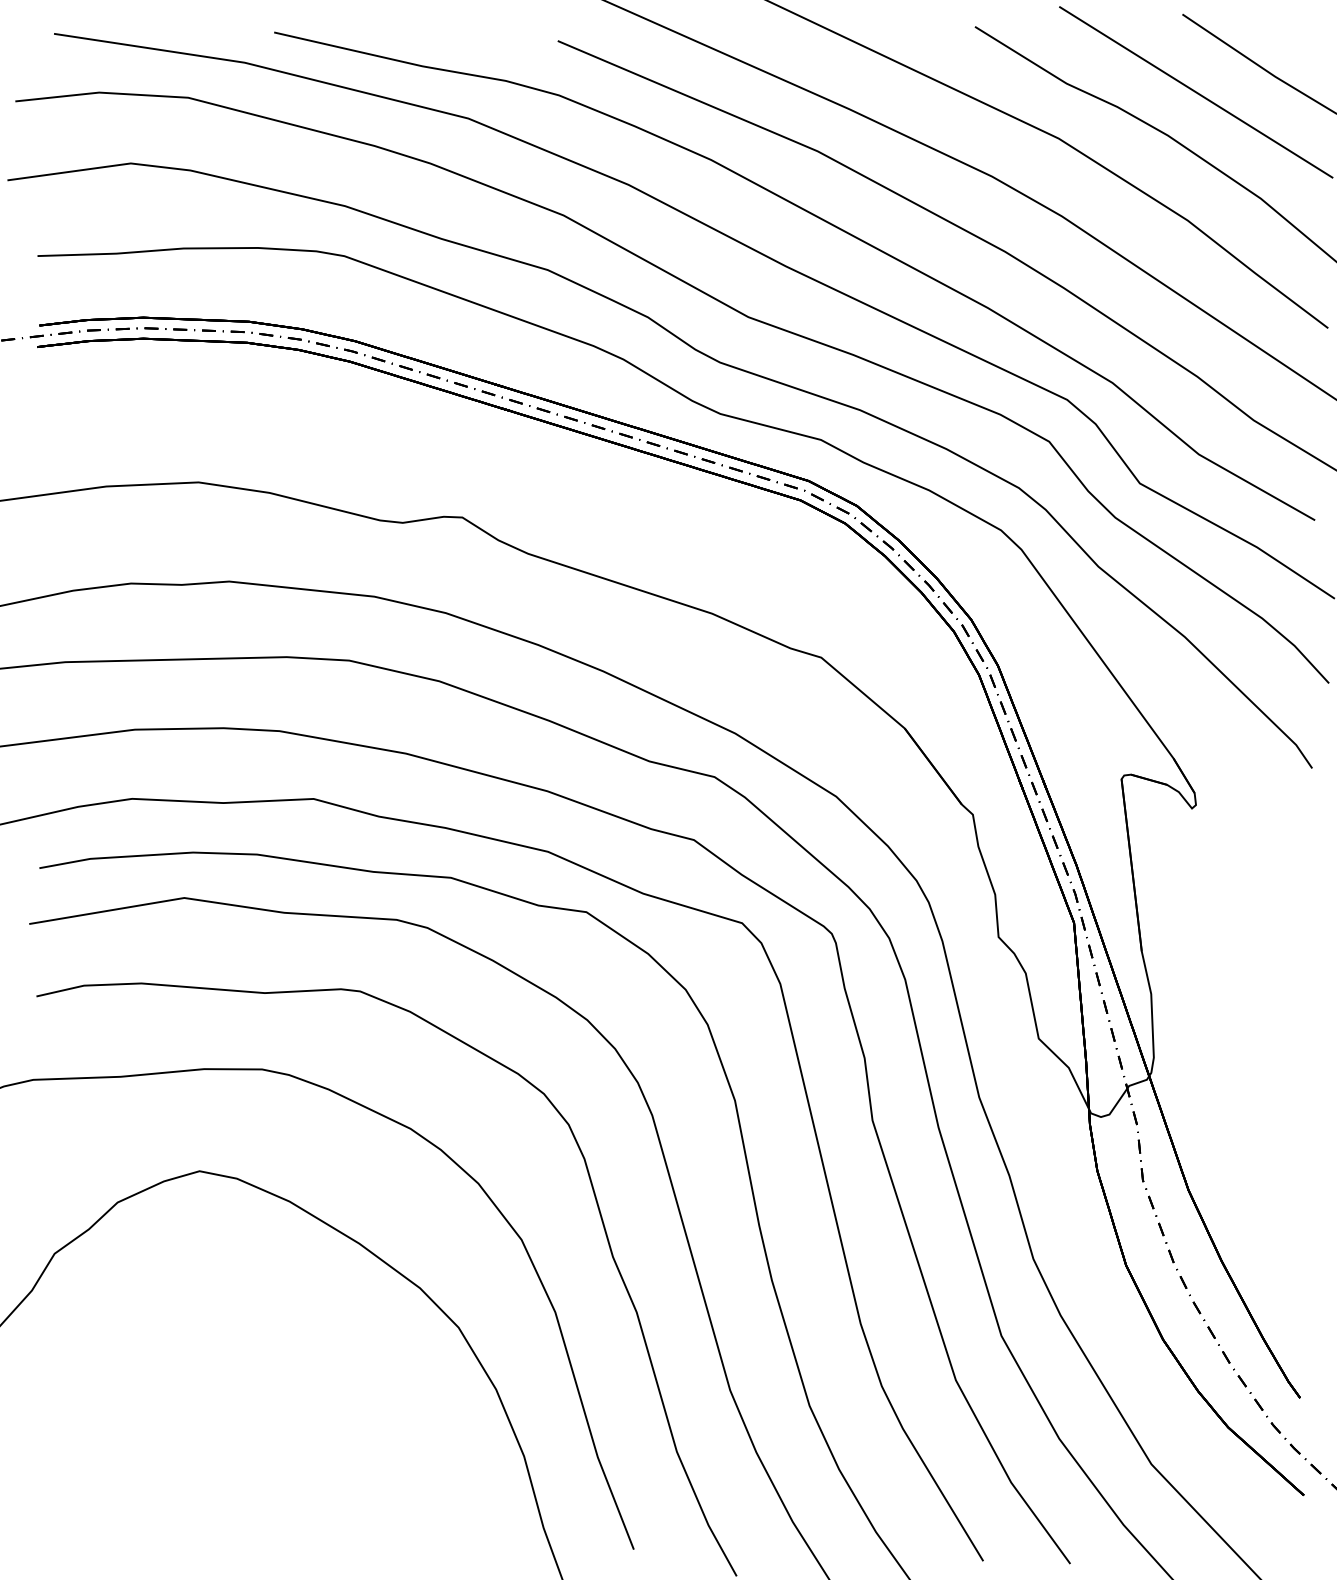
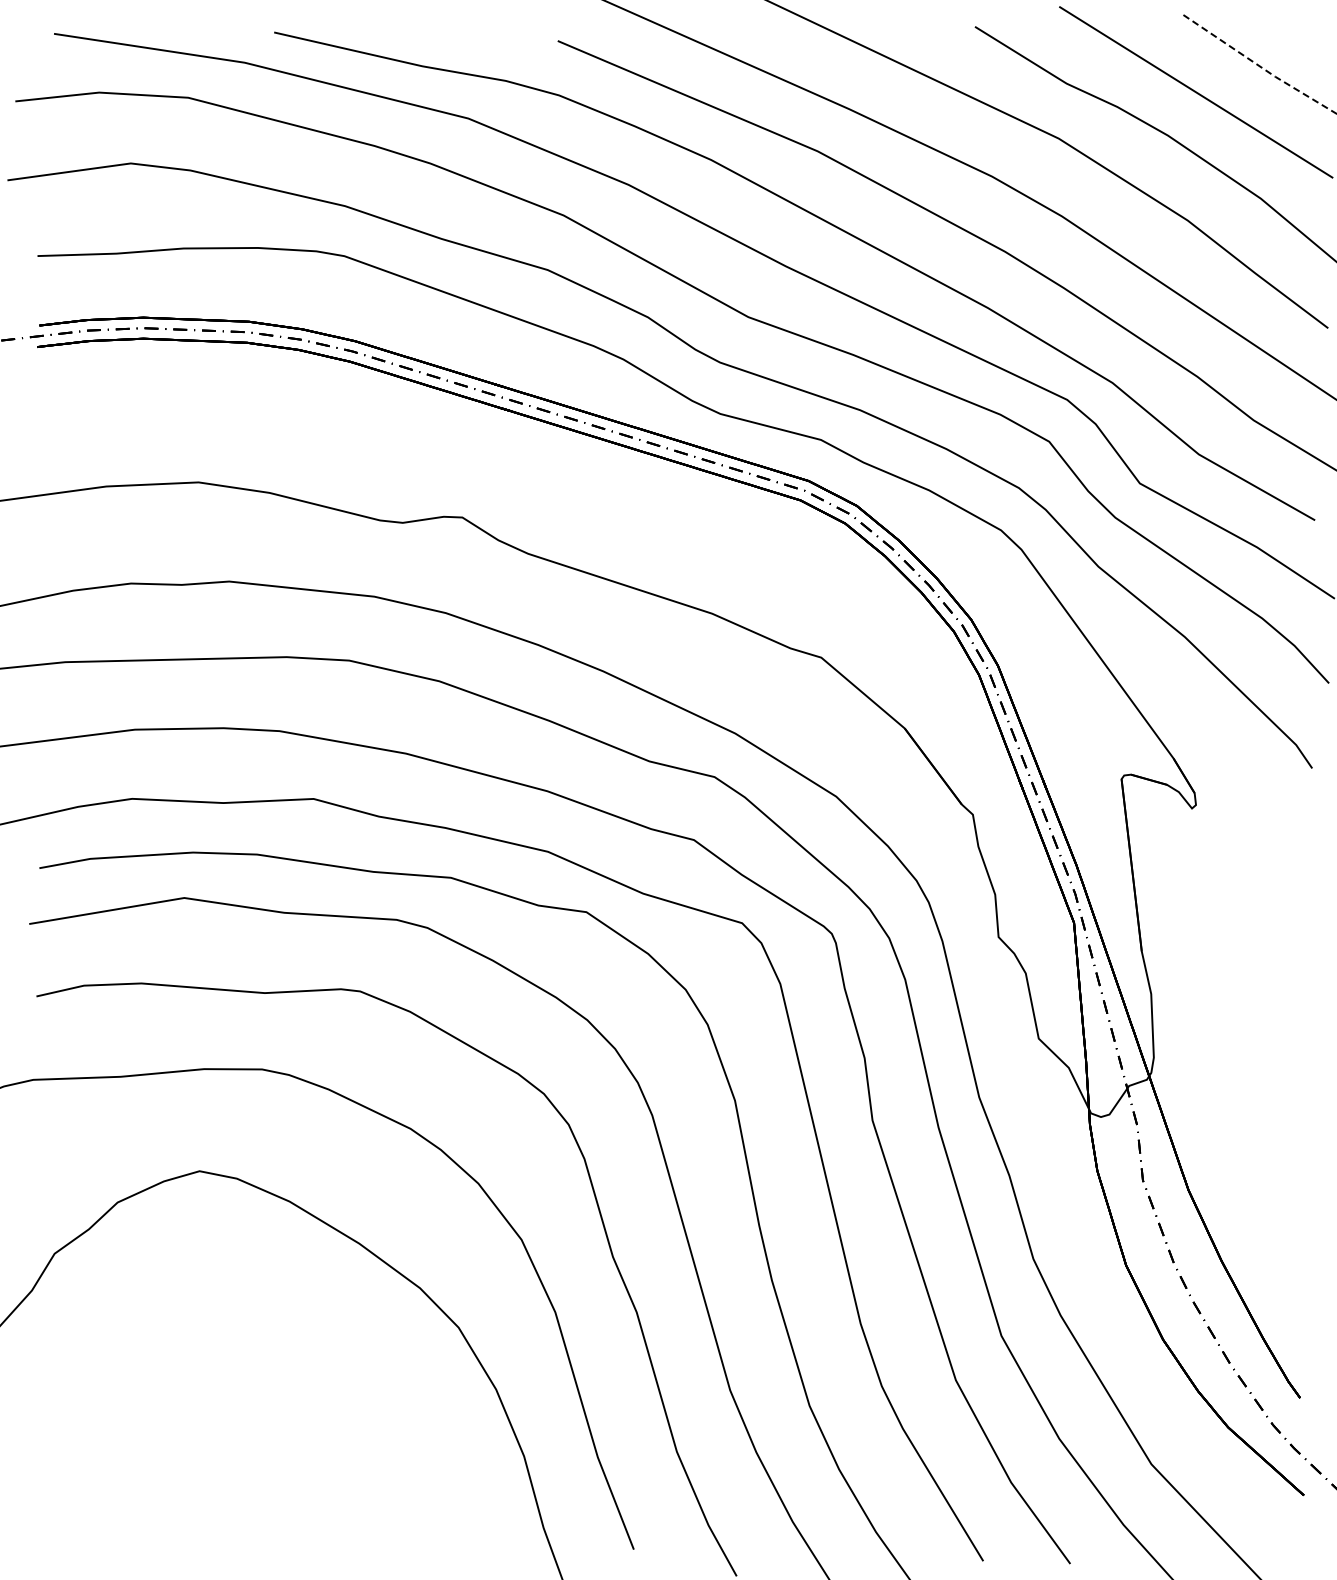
line at (1258, 65): solid -> dashed
